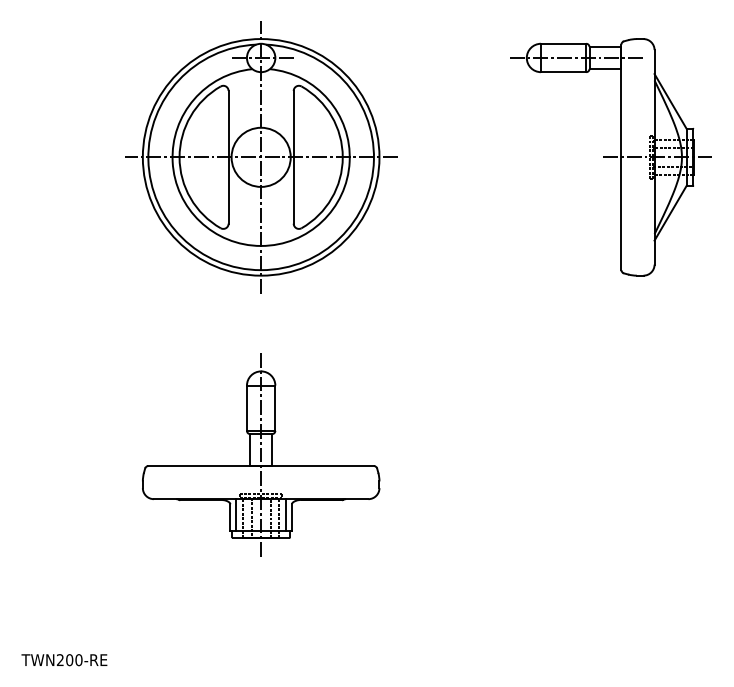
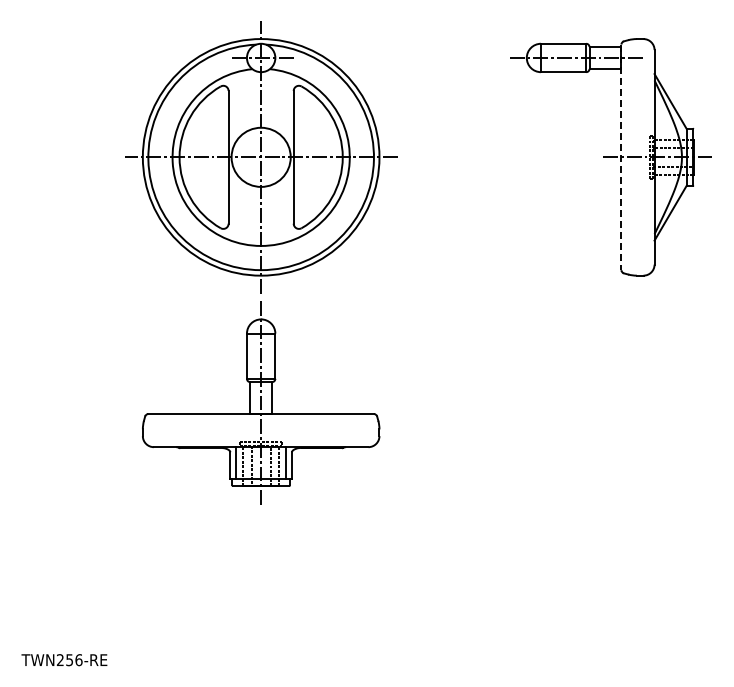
line at (621, 157): solid -> dashed
part at (261, 454) position: (261, 454) -> (261, 402)
text at (74, 660): TWN200-RE -> TWN256-RE
